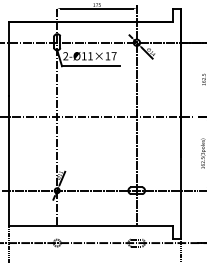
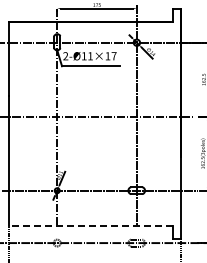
line at (90, 226): solid -> dashed
